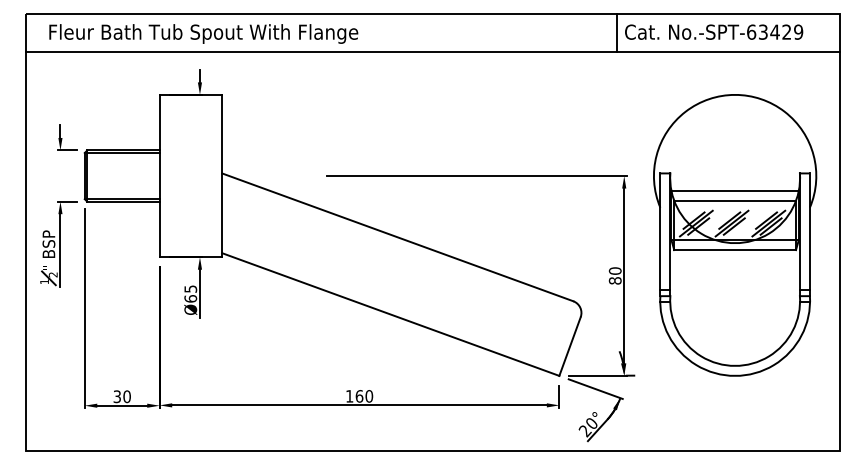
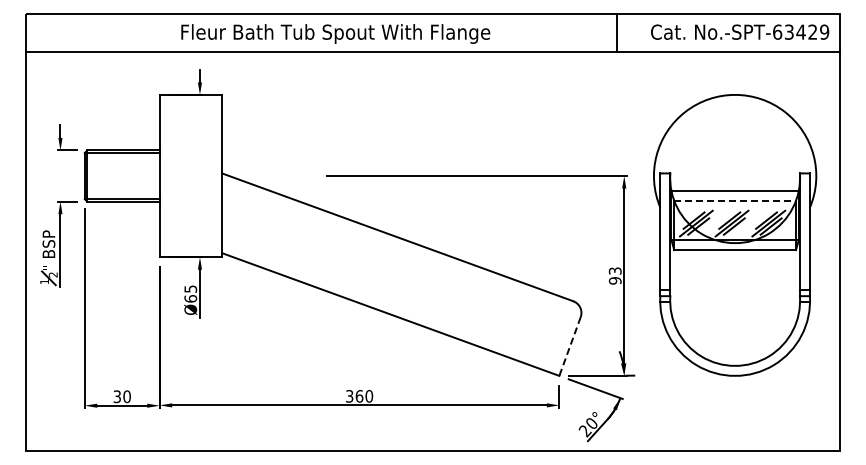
text at (714, 31) position: (714, 31) -> (740, 31)
text at (203, 33) position: (203, 33) -> (335, 33)
line at (735, 200): solid -> dashed
text at (615, 275): 80 -> 93
line at (569, 347): solid -> dashed
text at (349, 396): 160 -> 360
